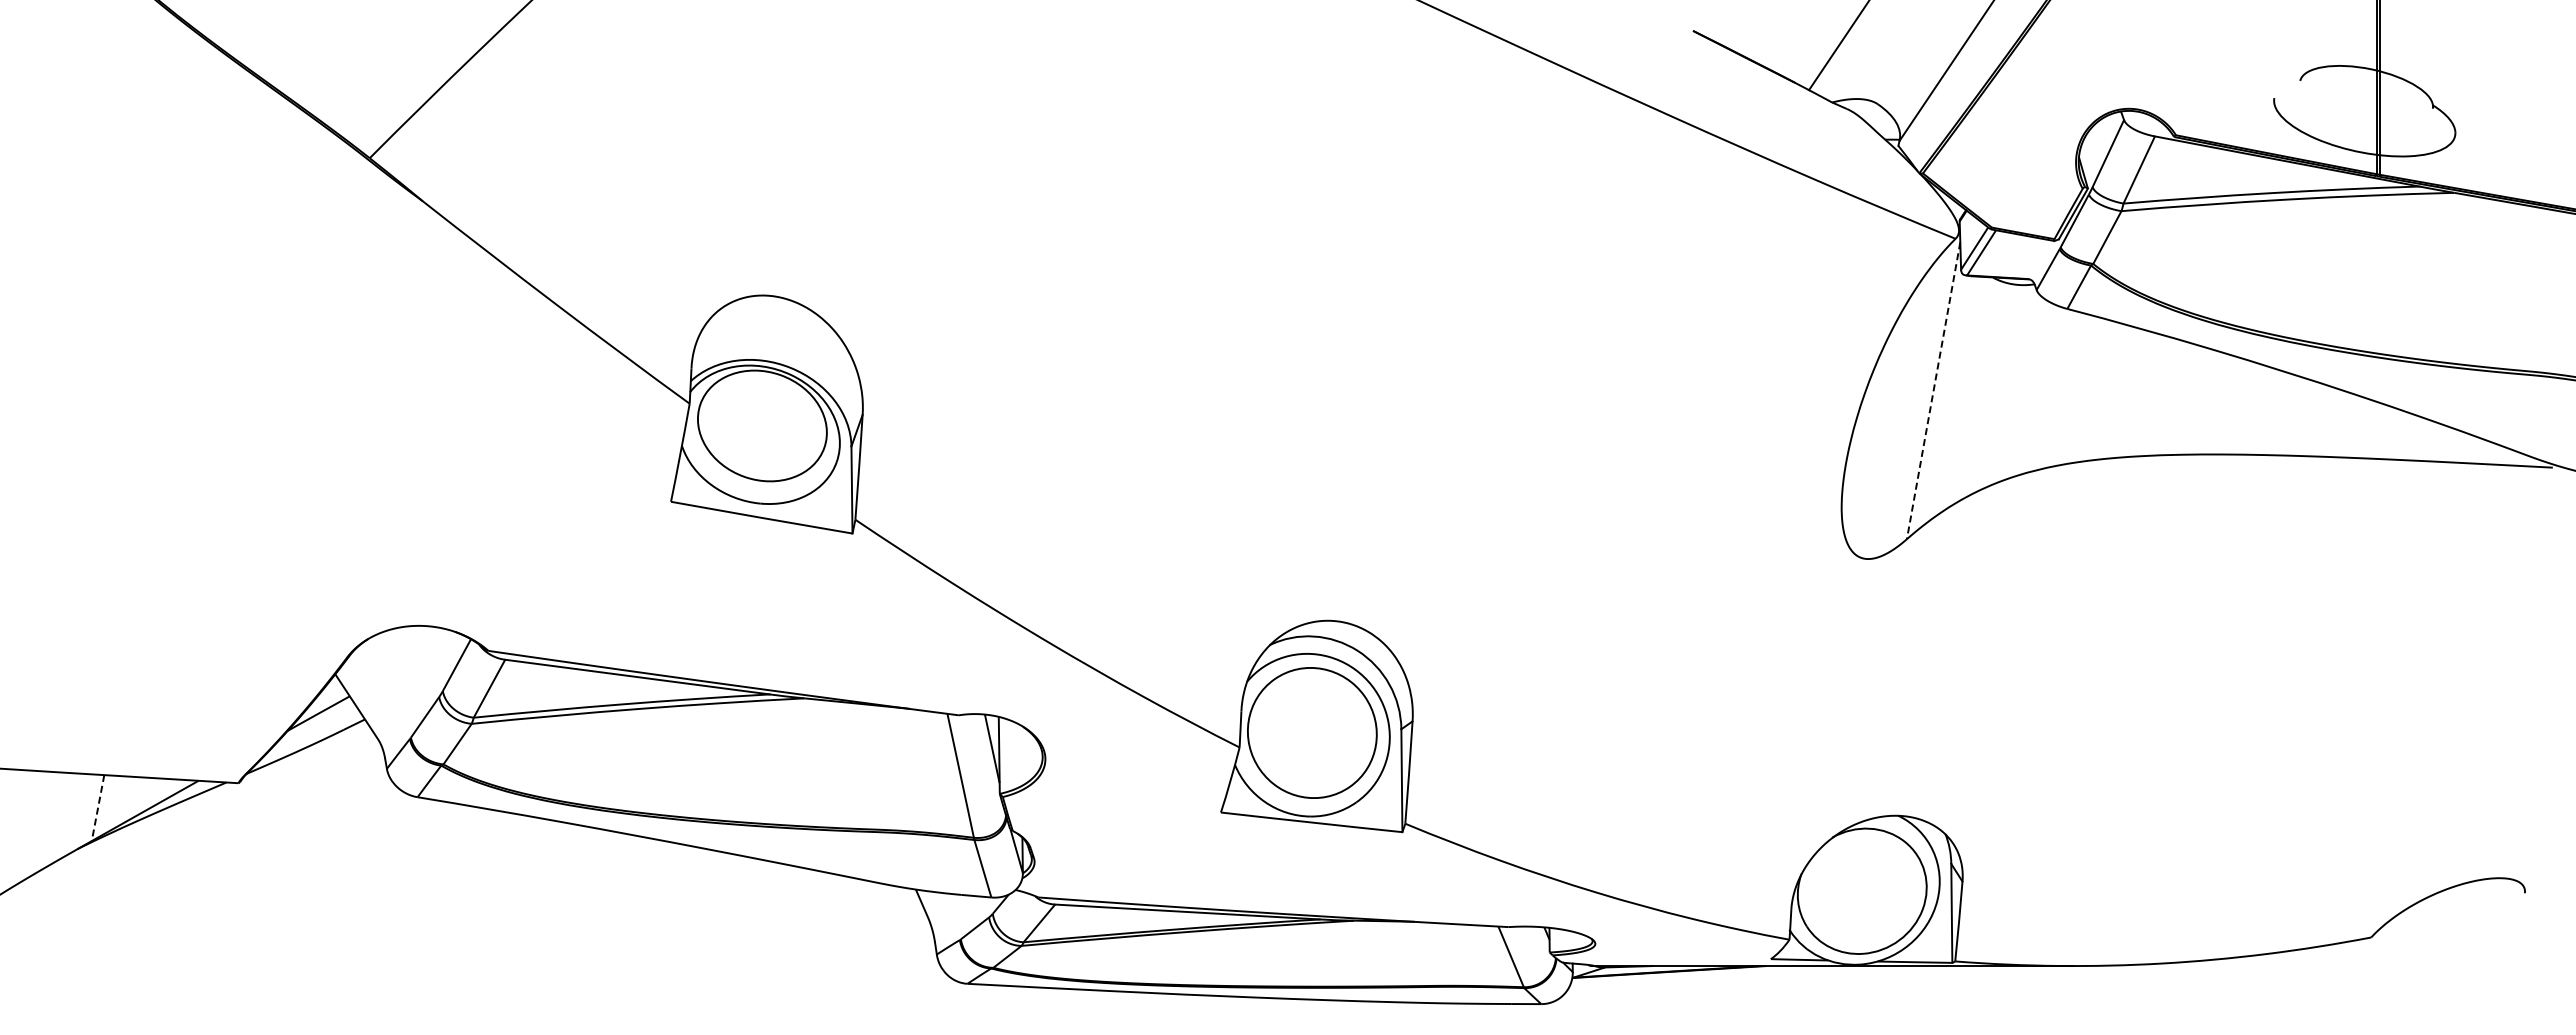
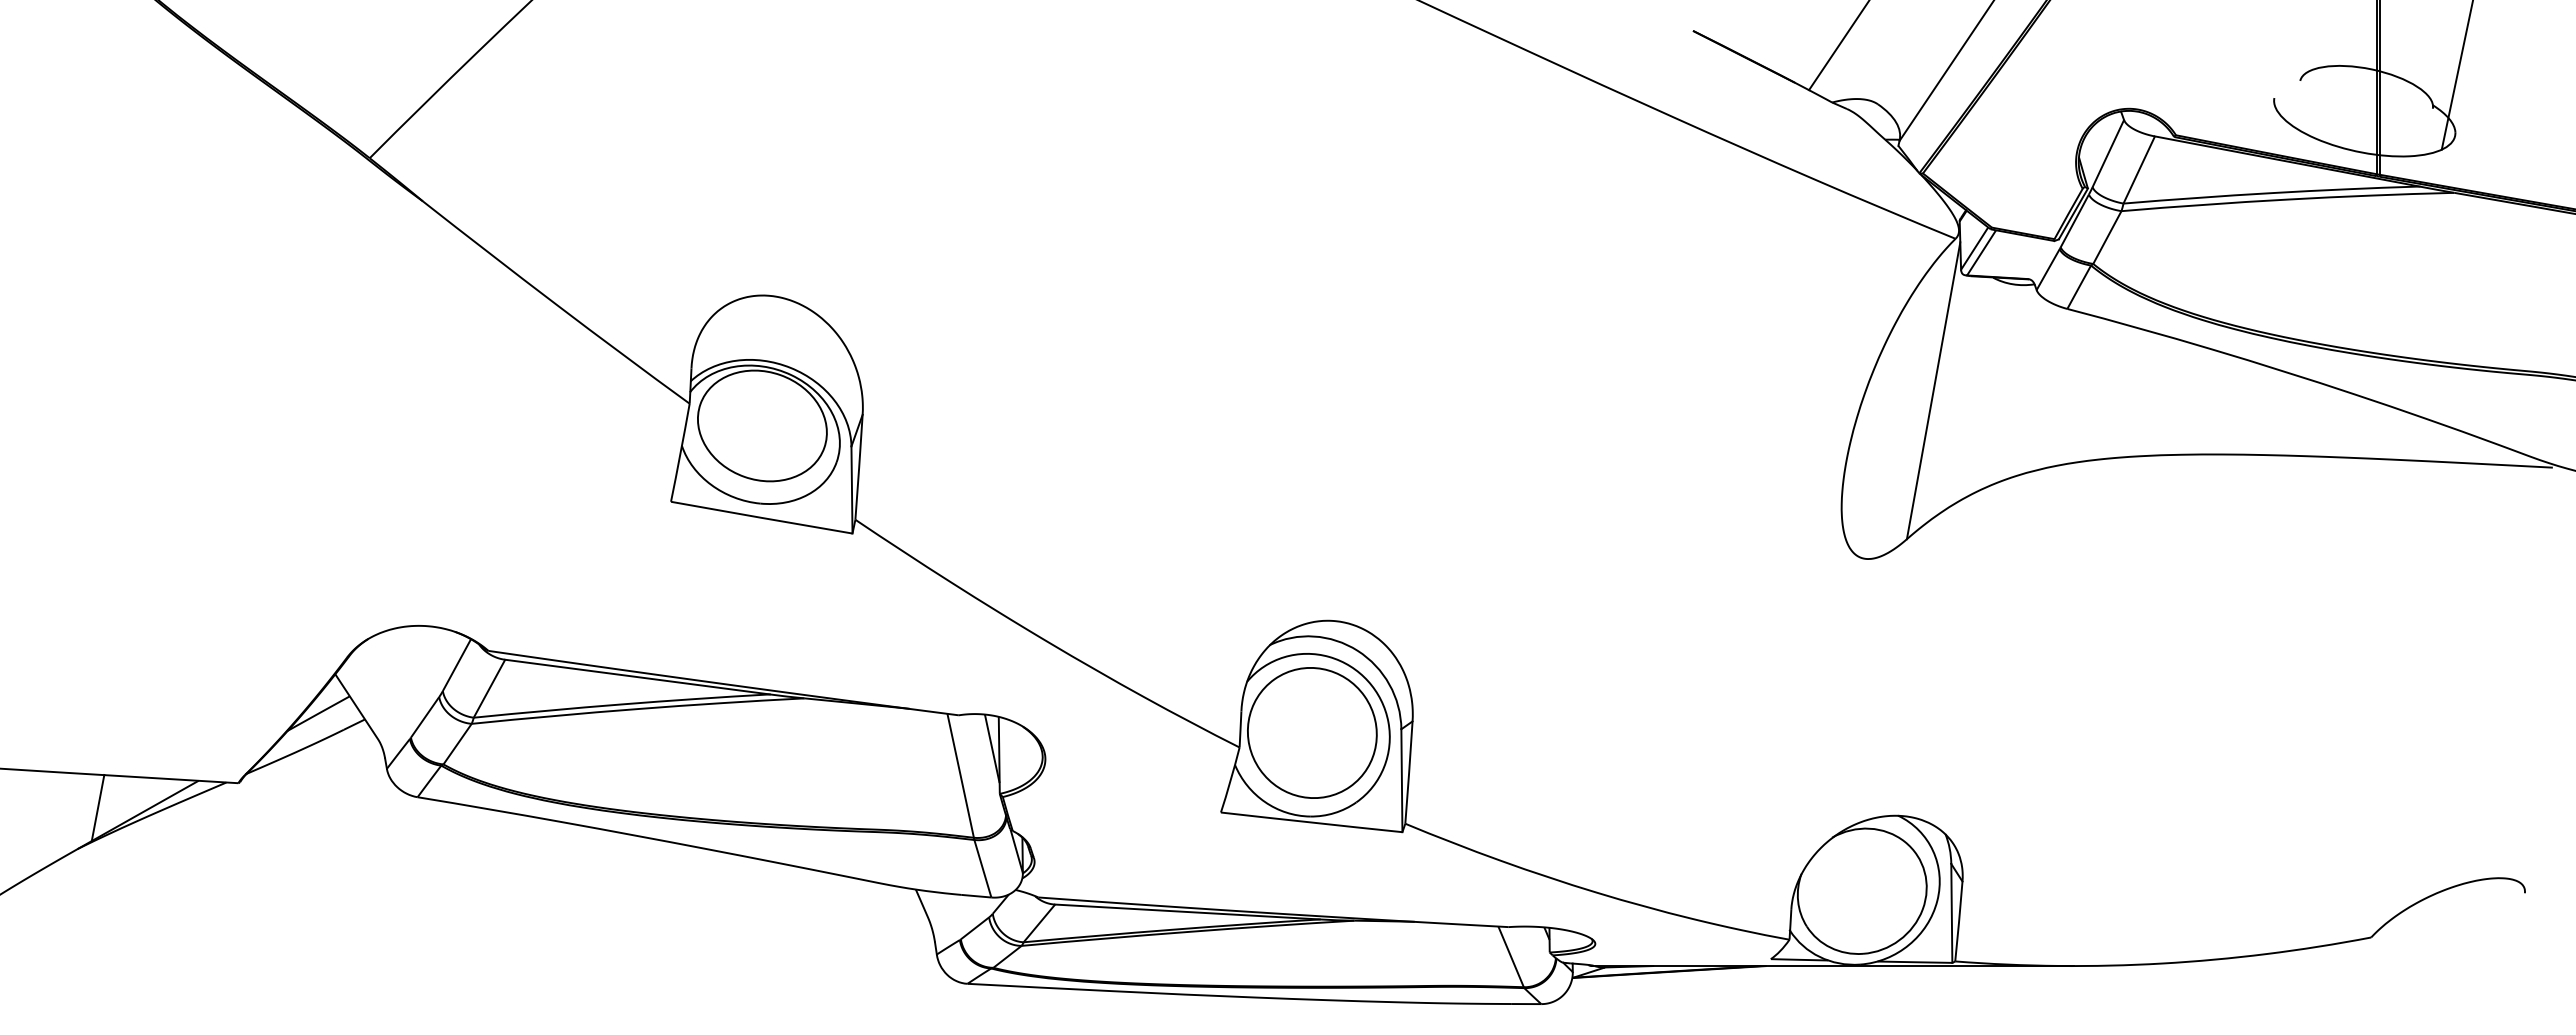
line at (2456, 75): none -> present
line at (1933, 390): dashed -> solid
line at (98, 808): dashed -> solid
